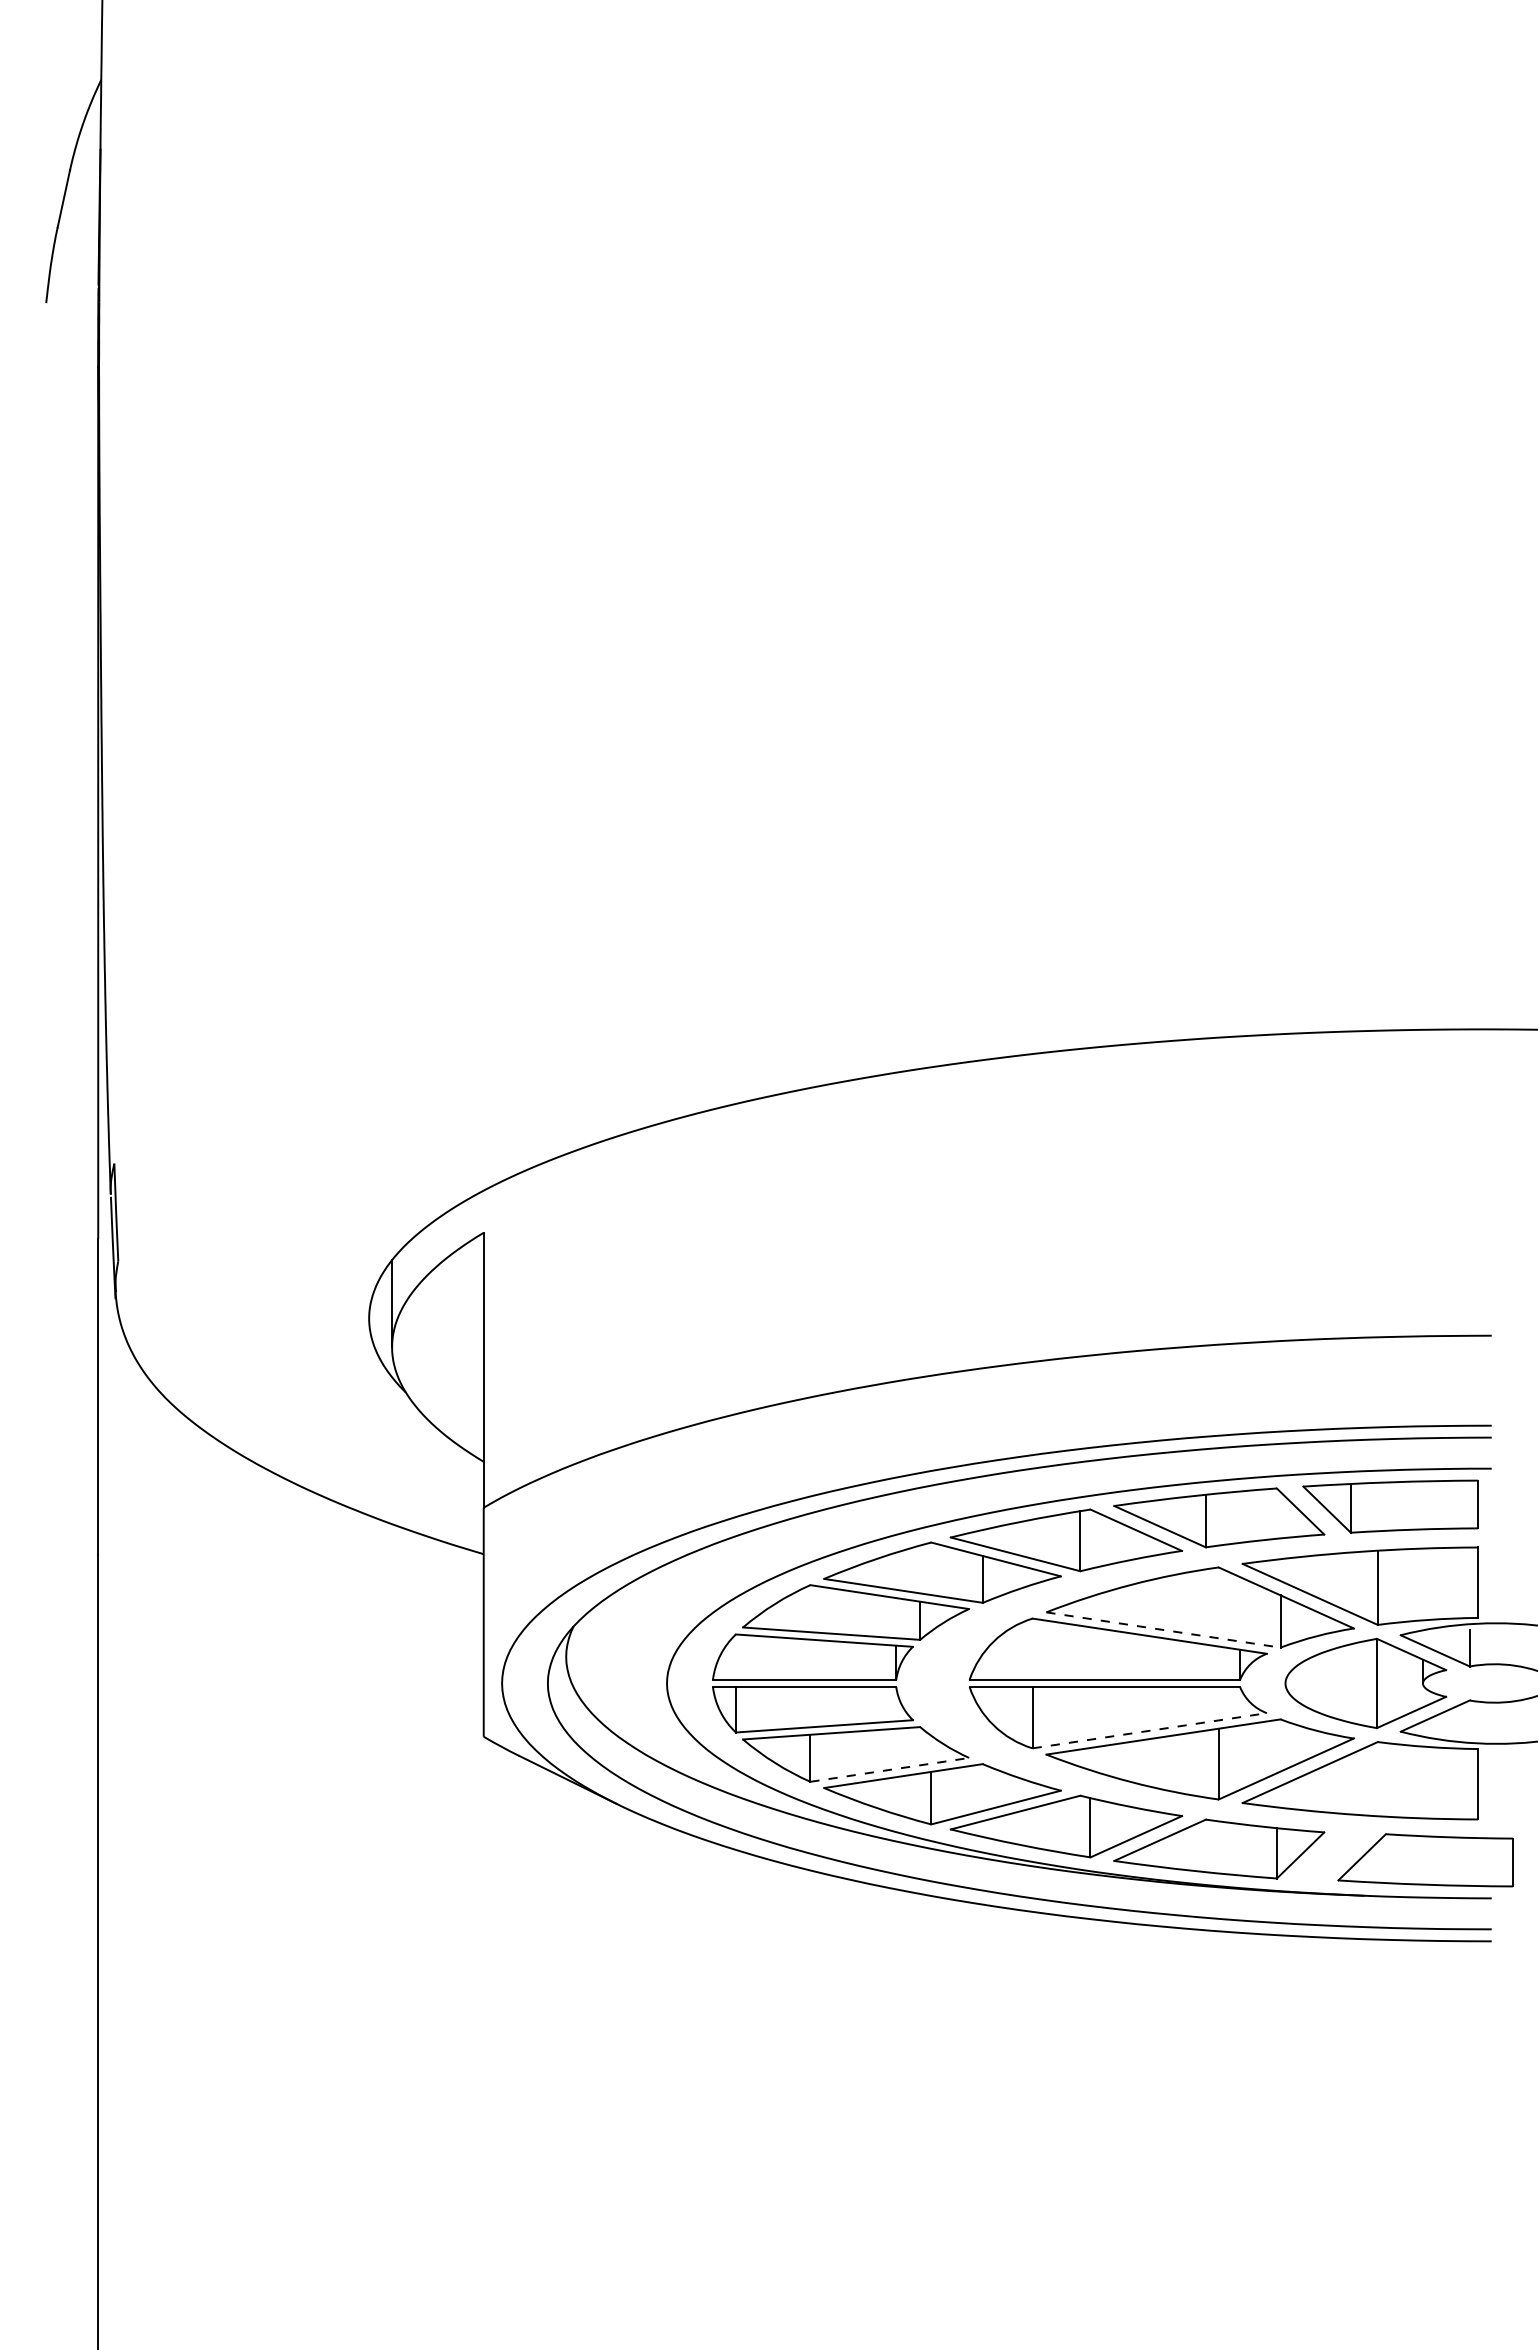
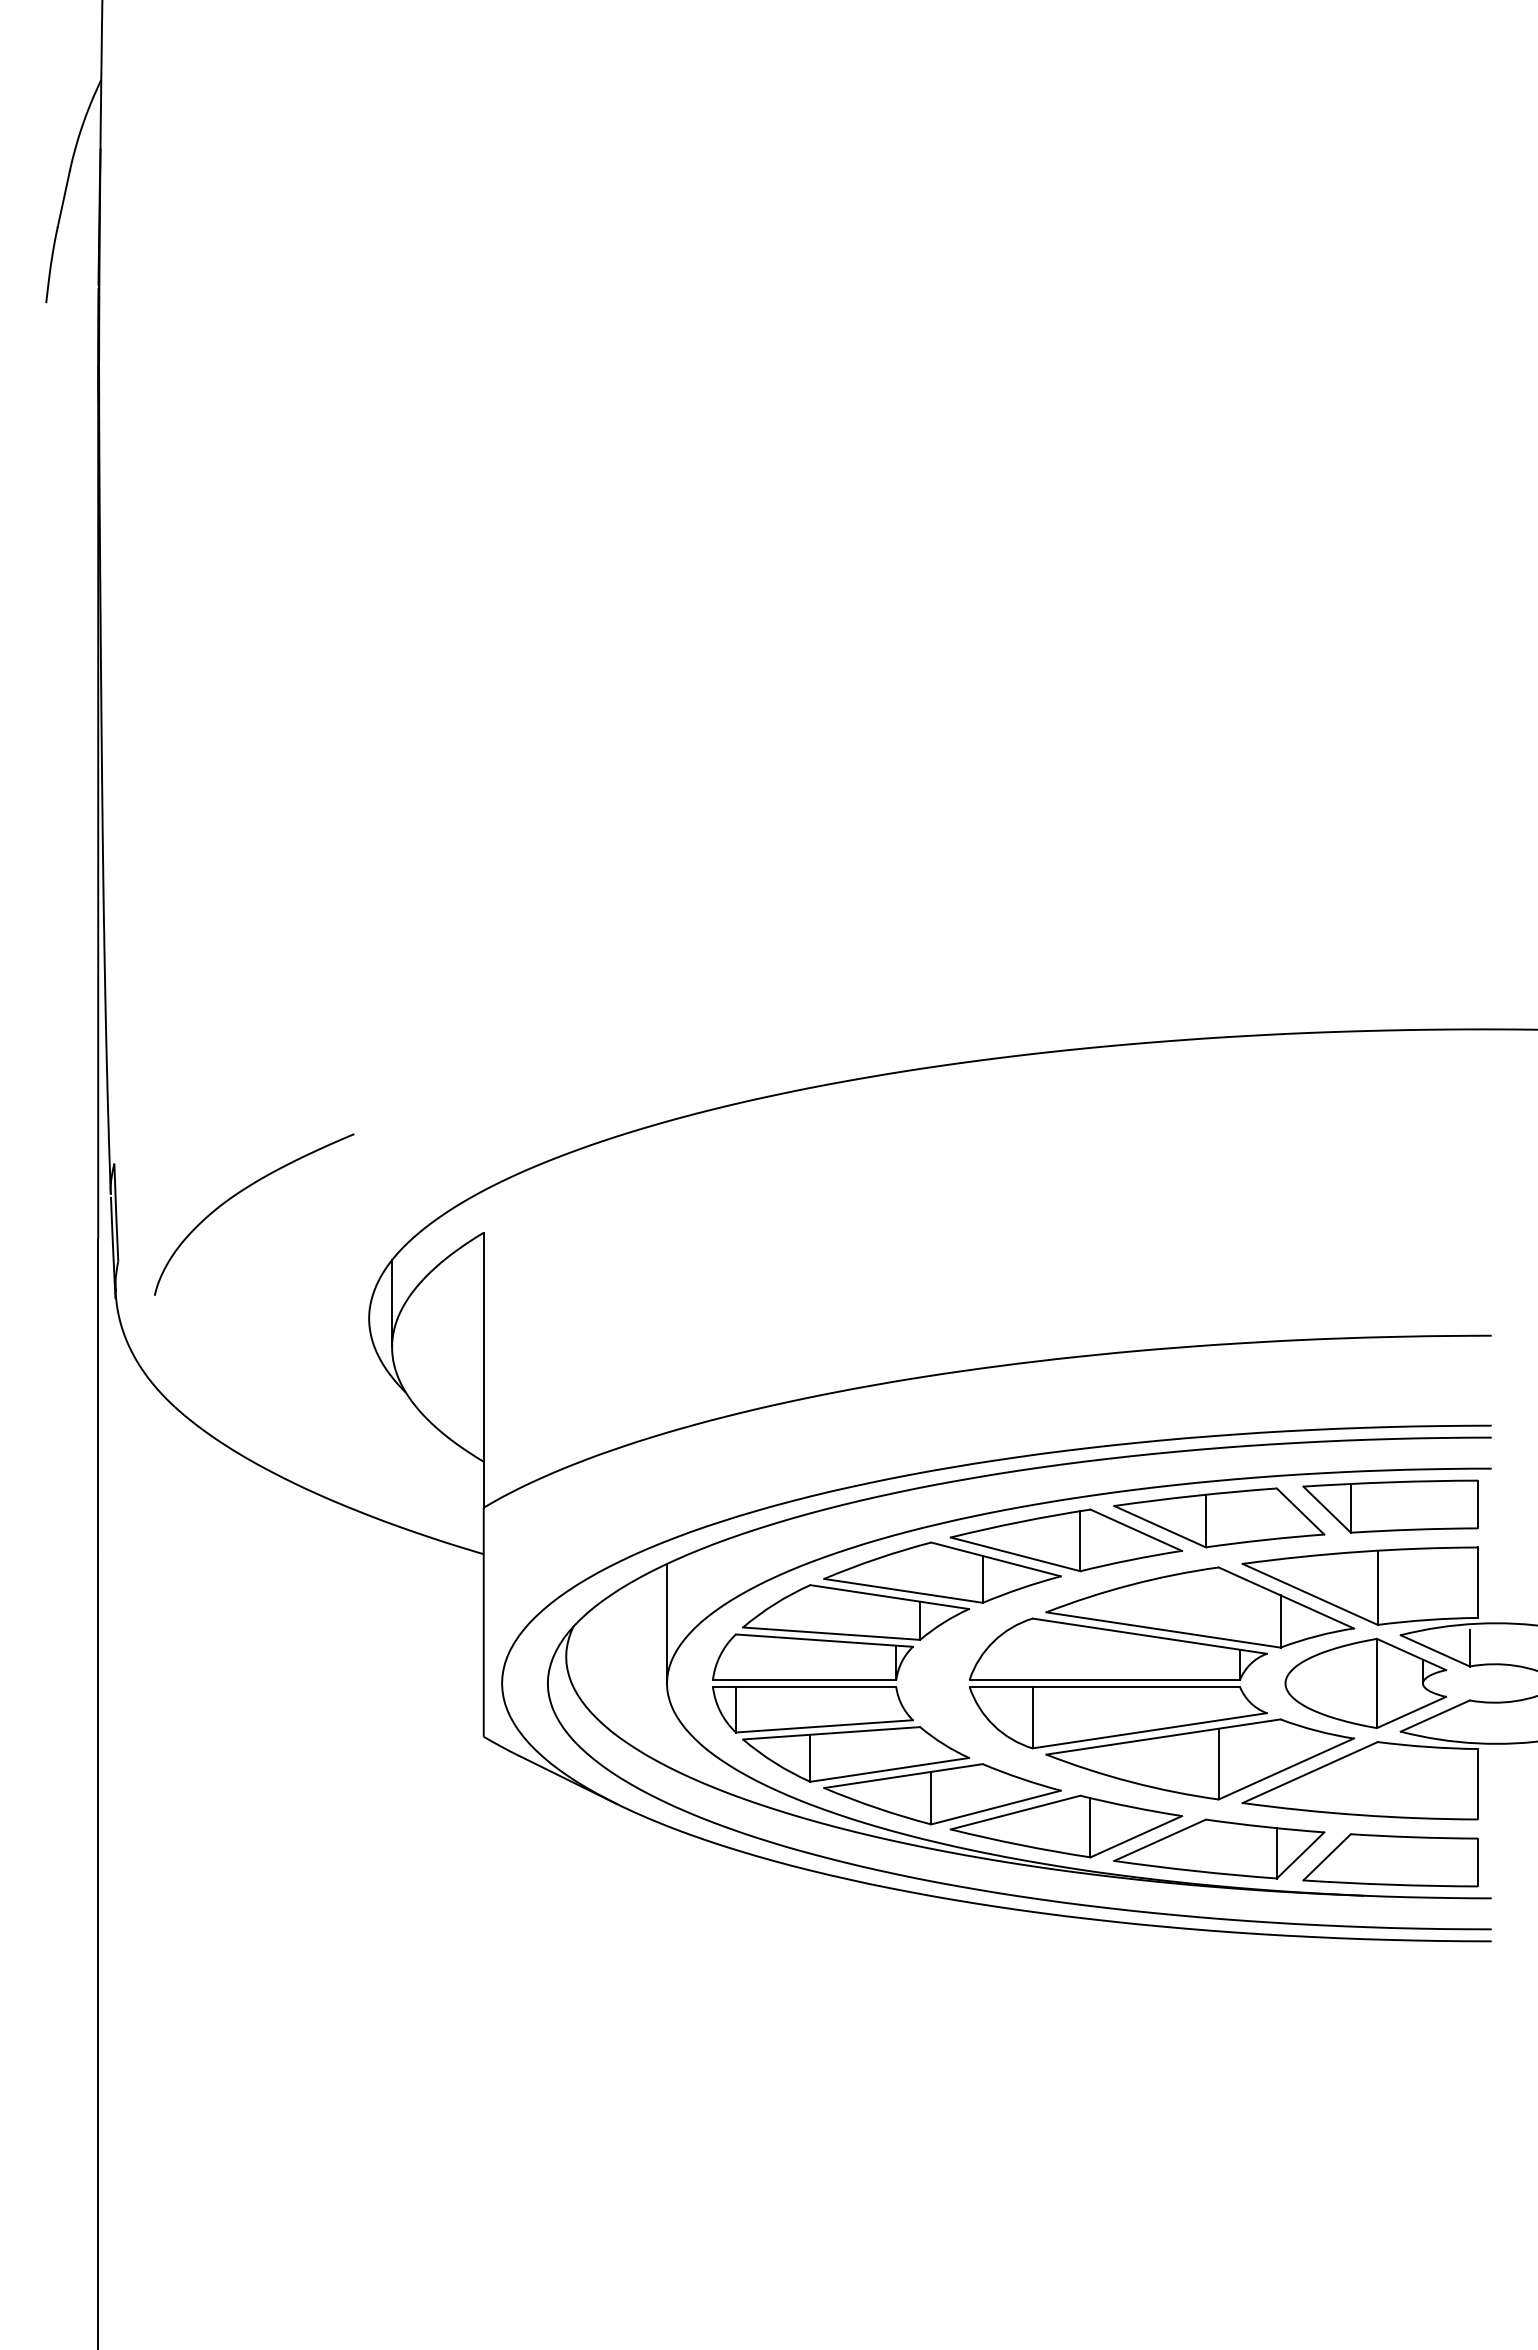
curve at (241, 1192): none -> present
line at (667, 1623): none -> present
line at (1164, 1630): dashed -> solid
line at (1150, 1730): dashed -> solid
line at (890, 1769): dashed -> solid
part at (1425, 1860) position: (1425, 1860) -> (1390, 1860)
